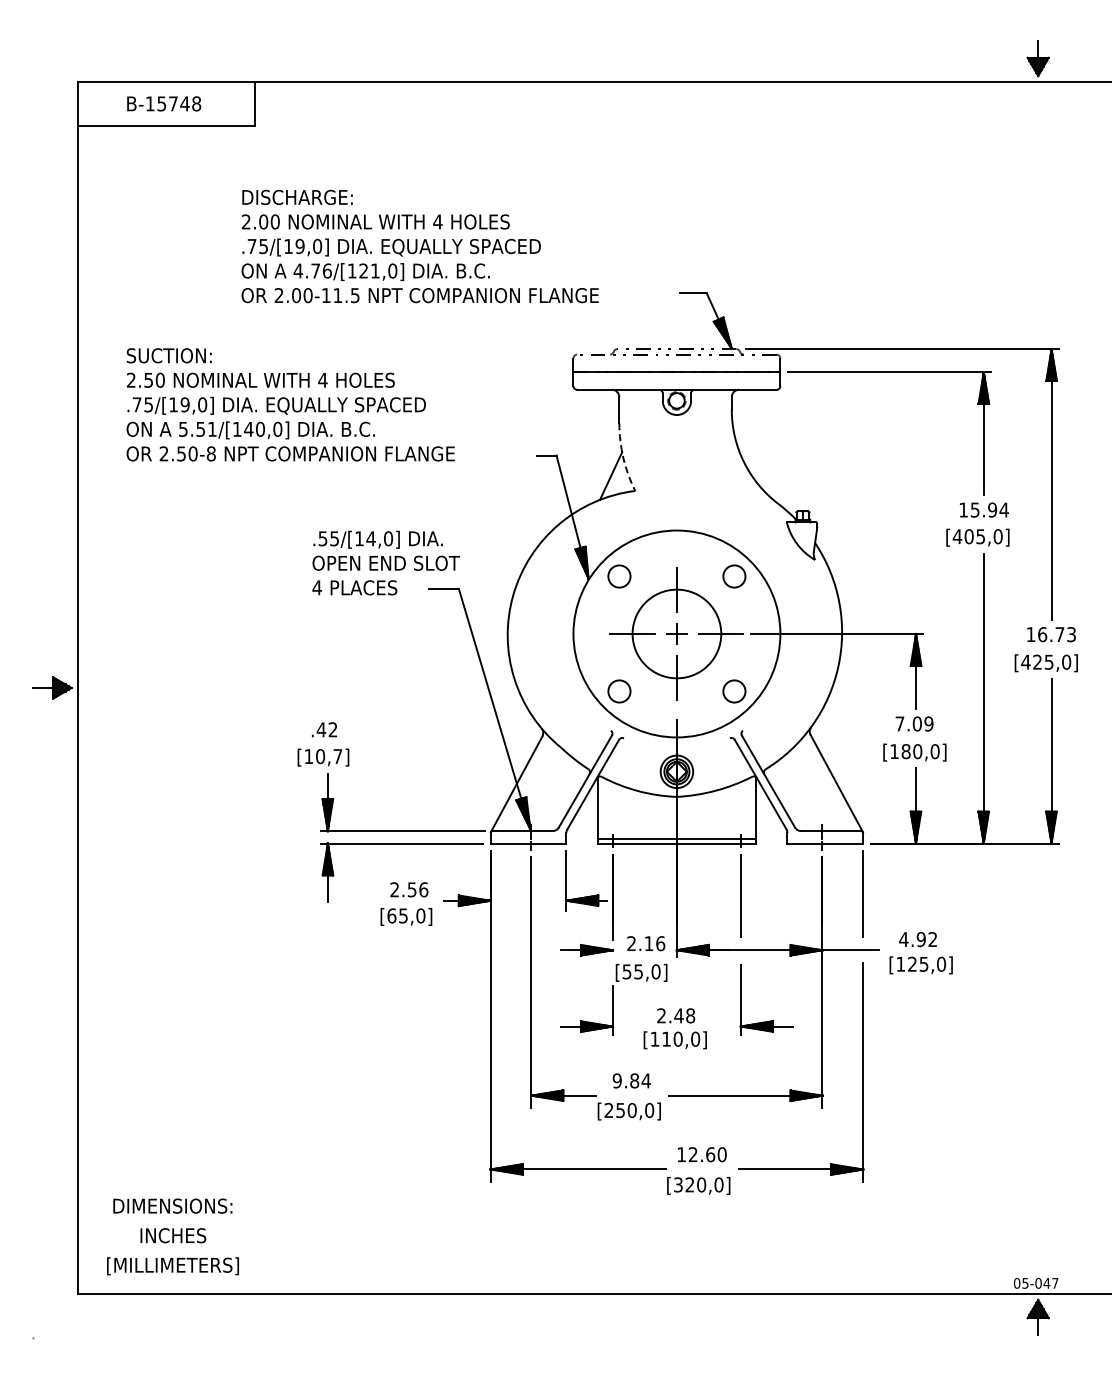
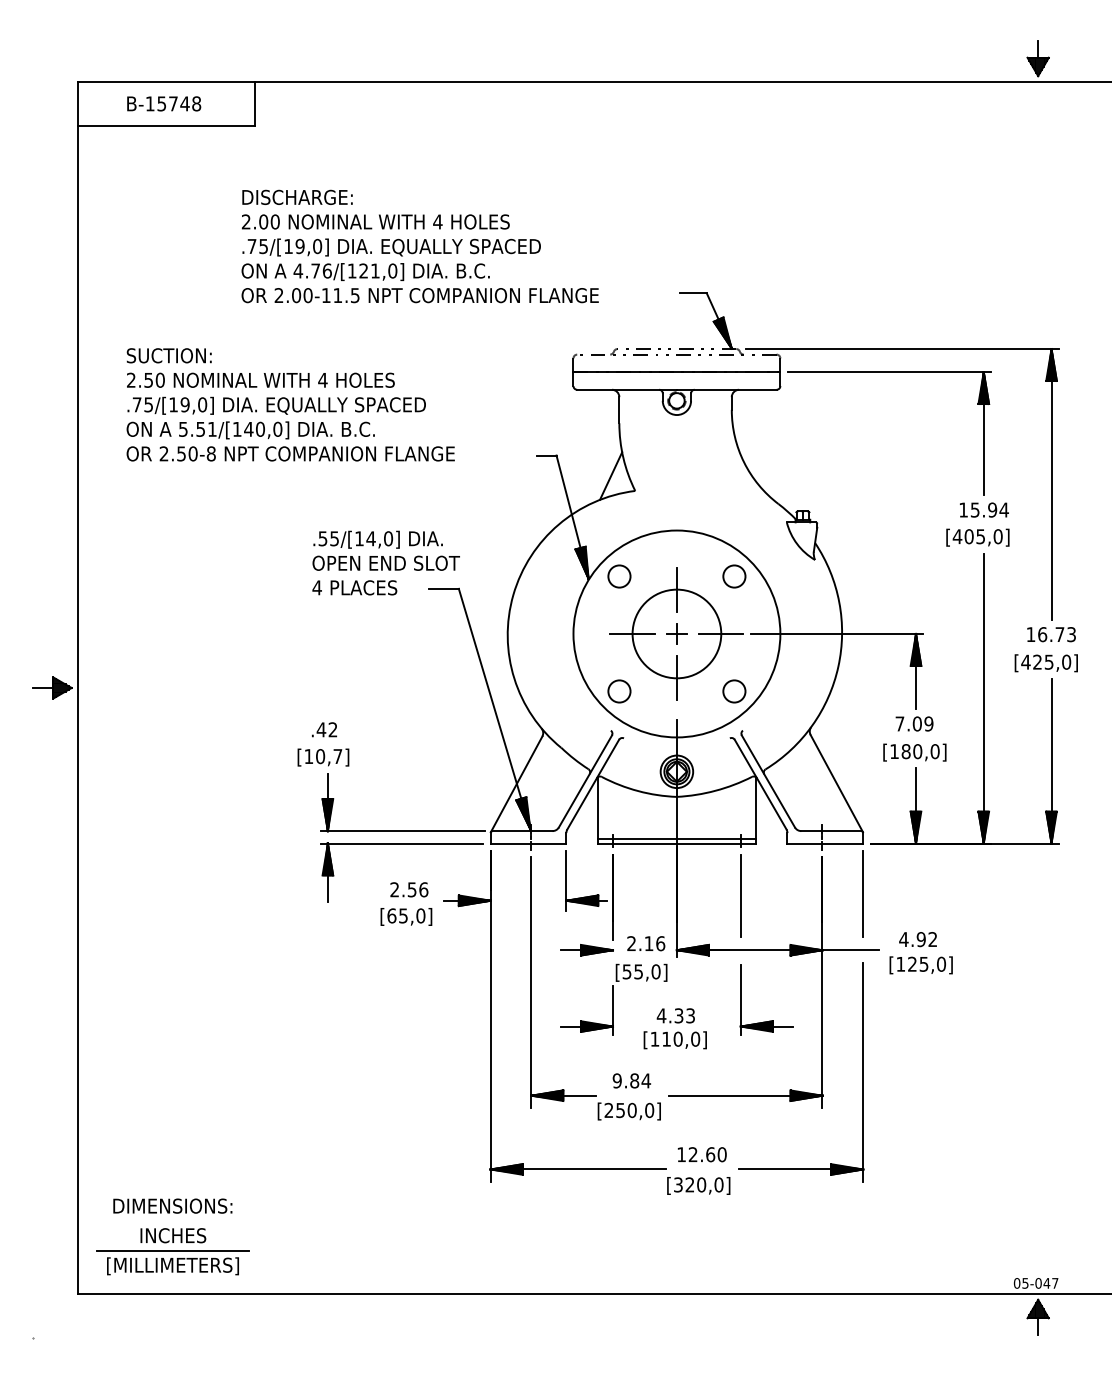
arc at (623, 458): dashed -> solid
text at (675, 1015): 2.48 -> 4.33
line at (172, 1251): none -> present
